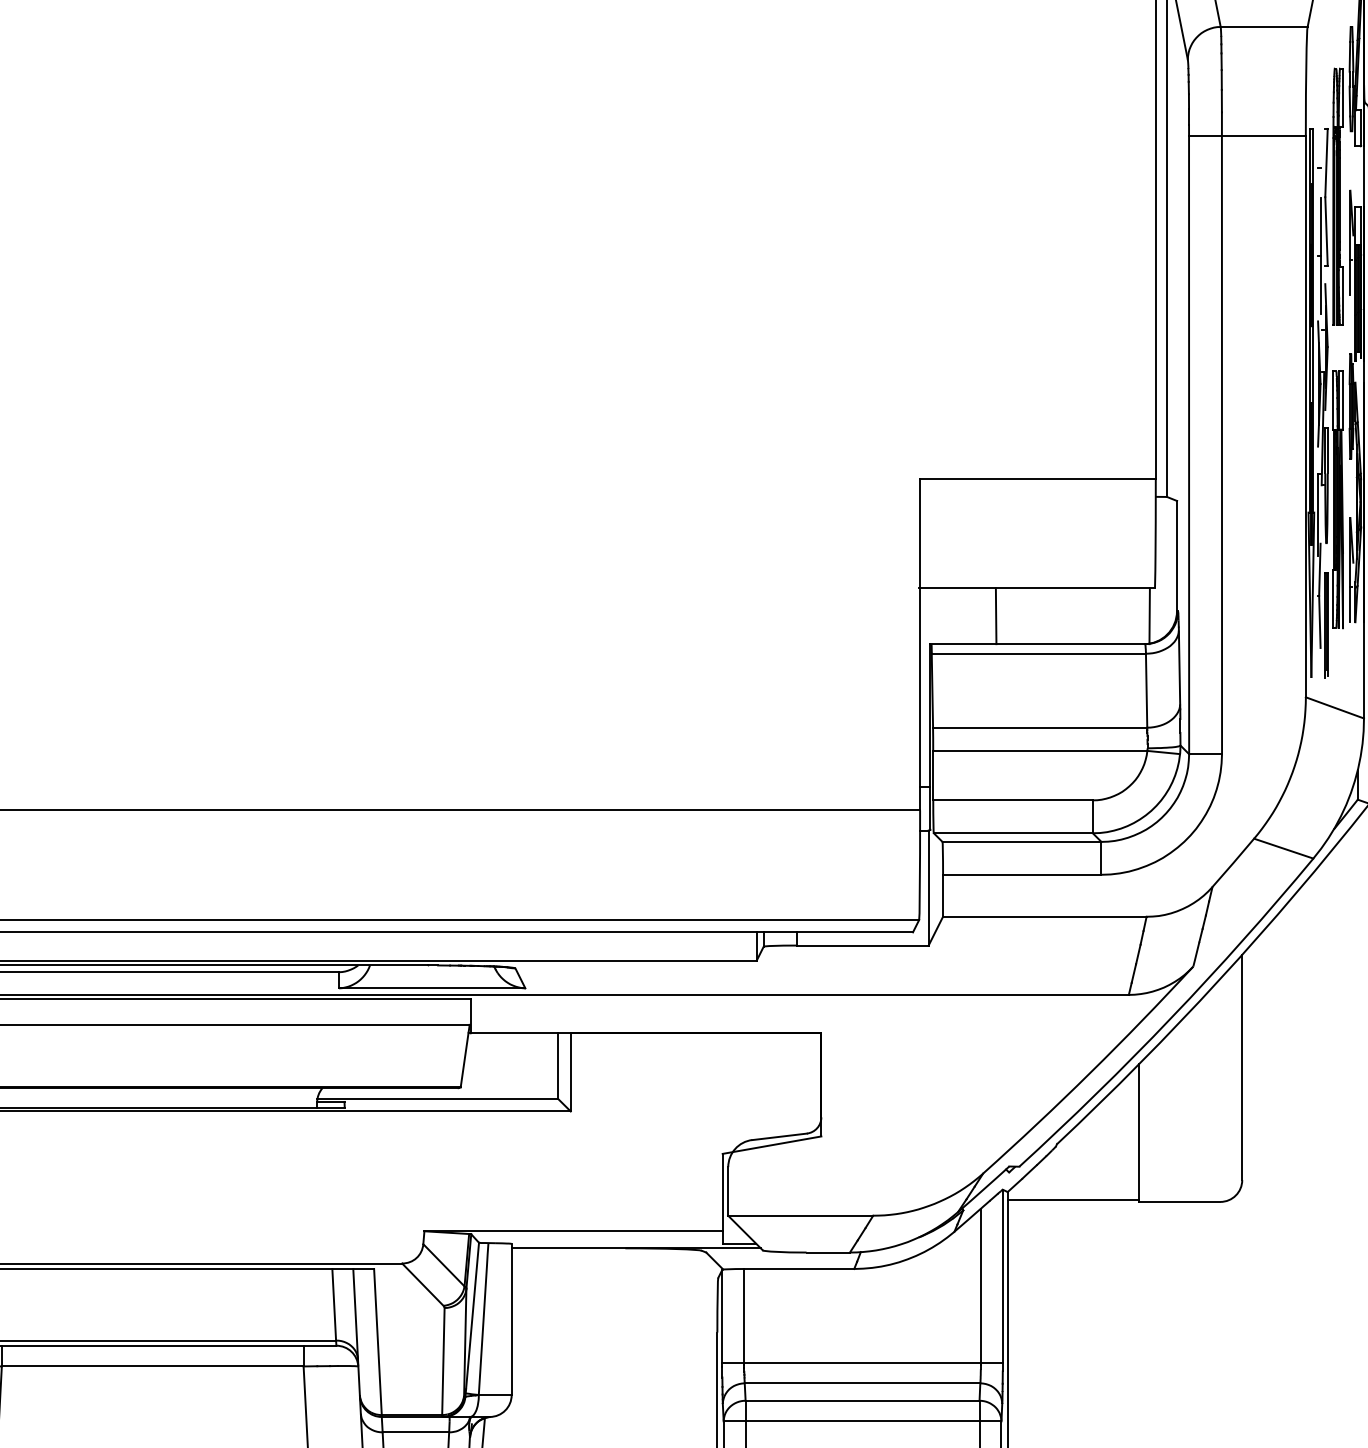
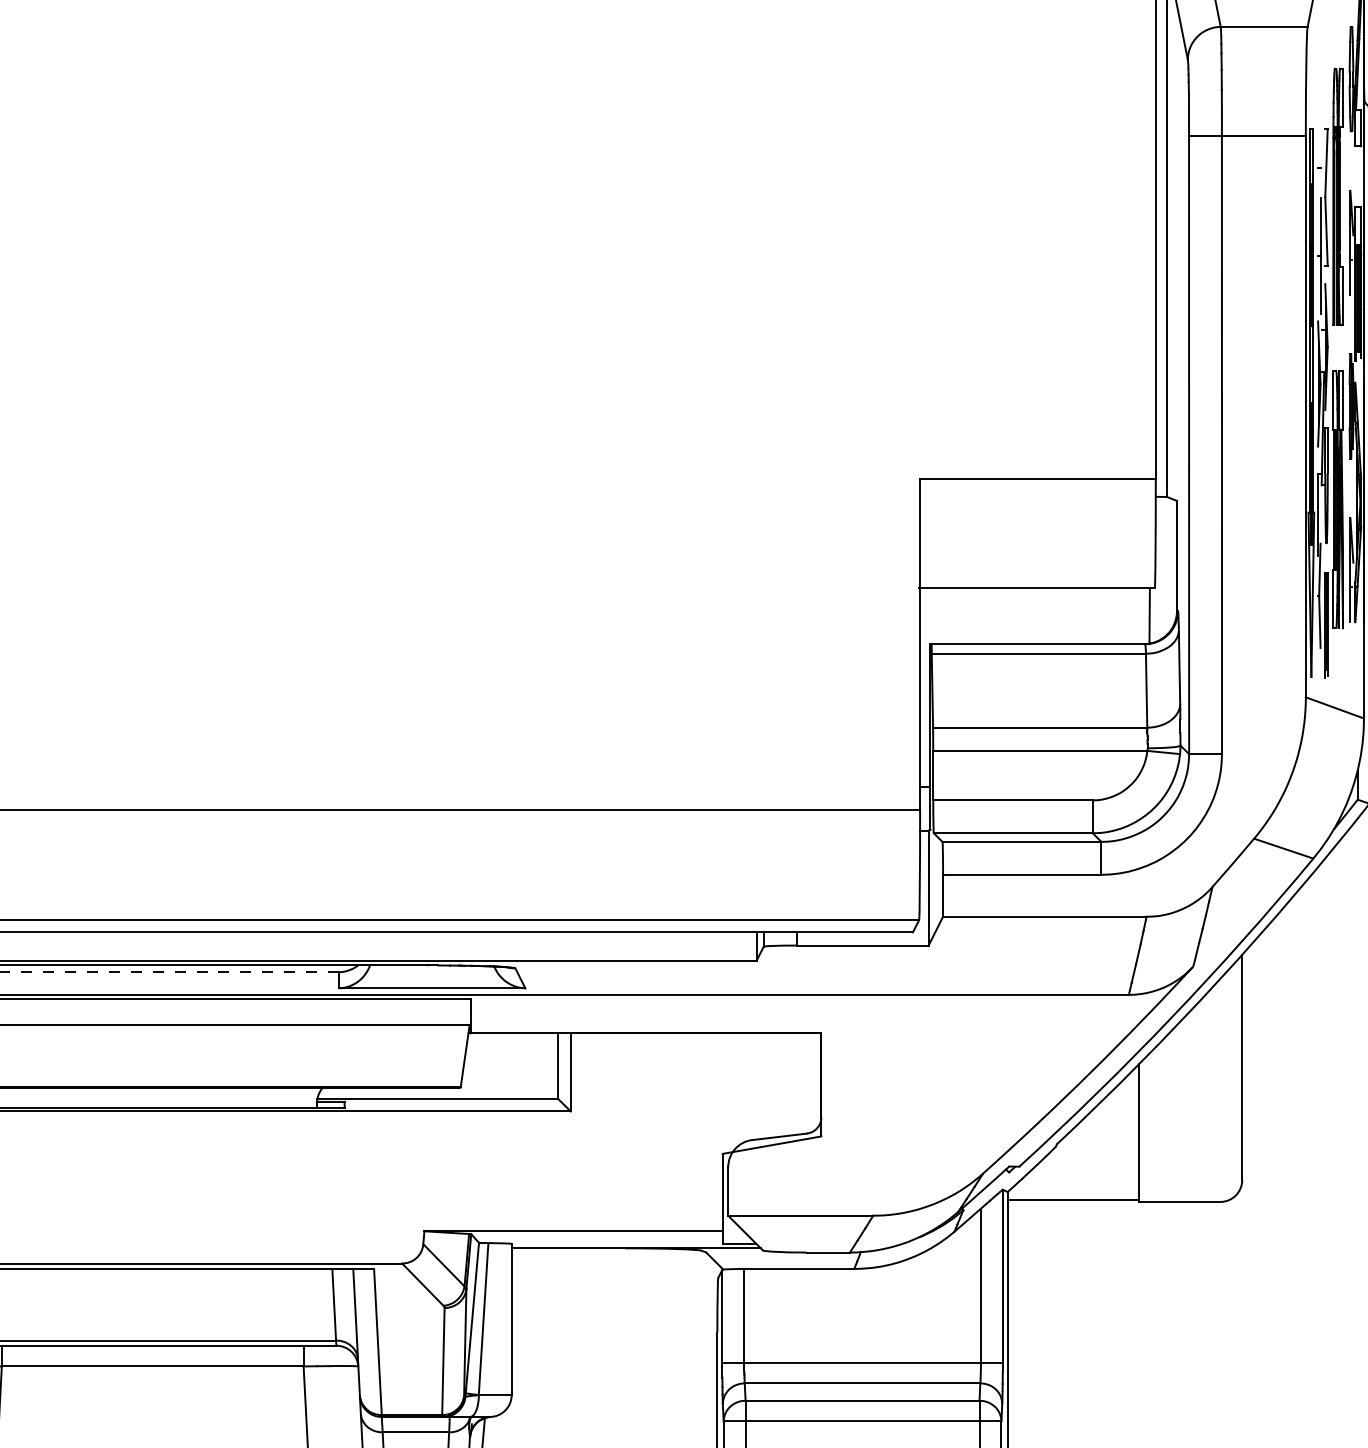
line at (995, 616): present -> none
line at (169, 972): solid -> dashed
